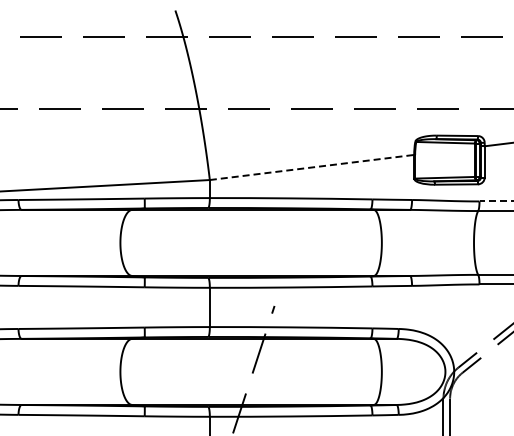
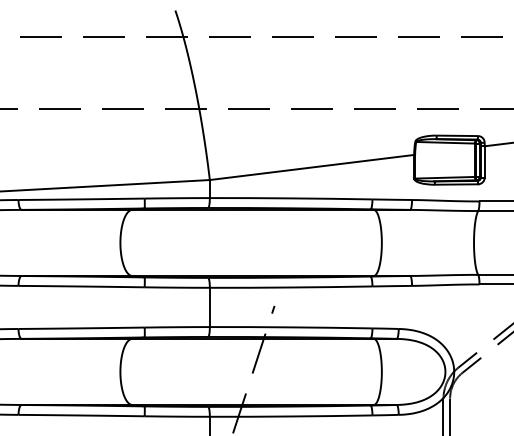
line at (312, 167): dashed -> solid
line at (496, 201): dashed -> solid
